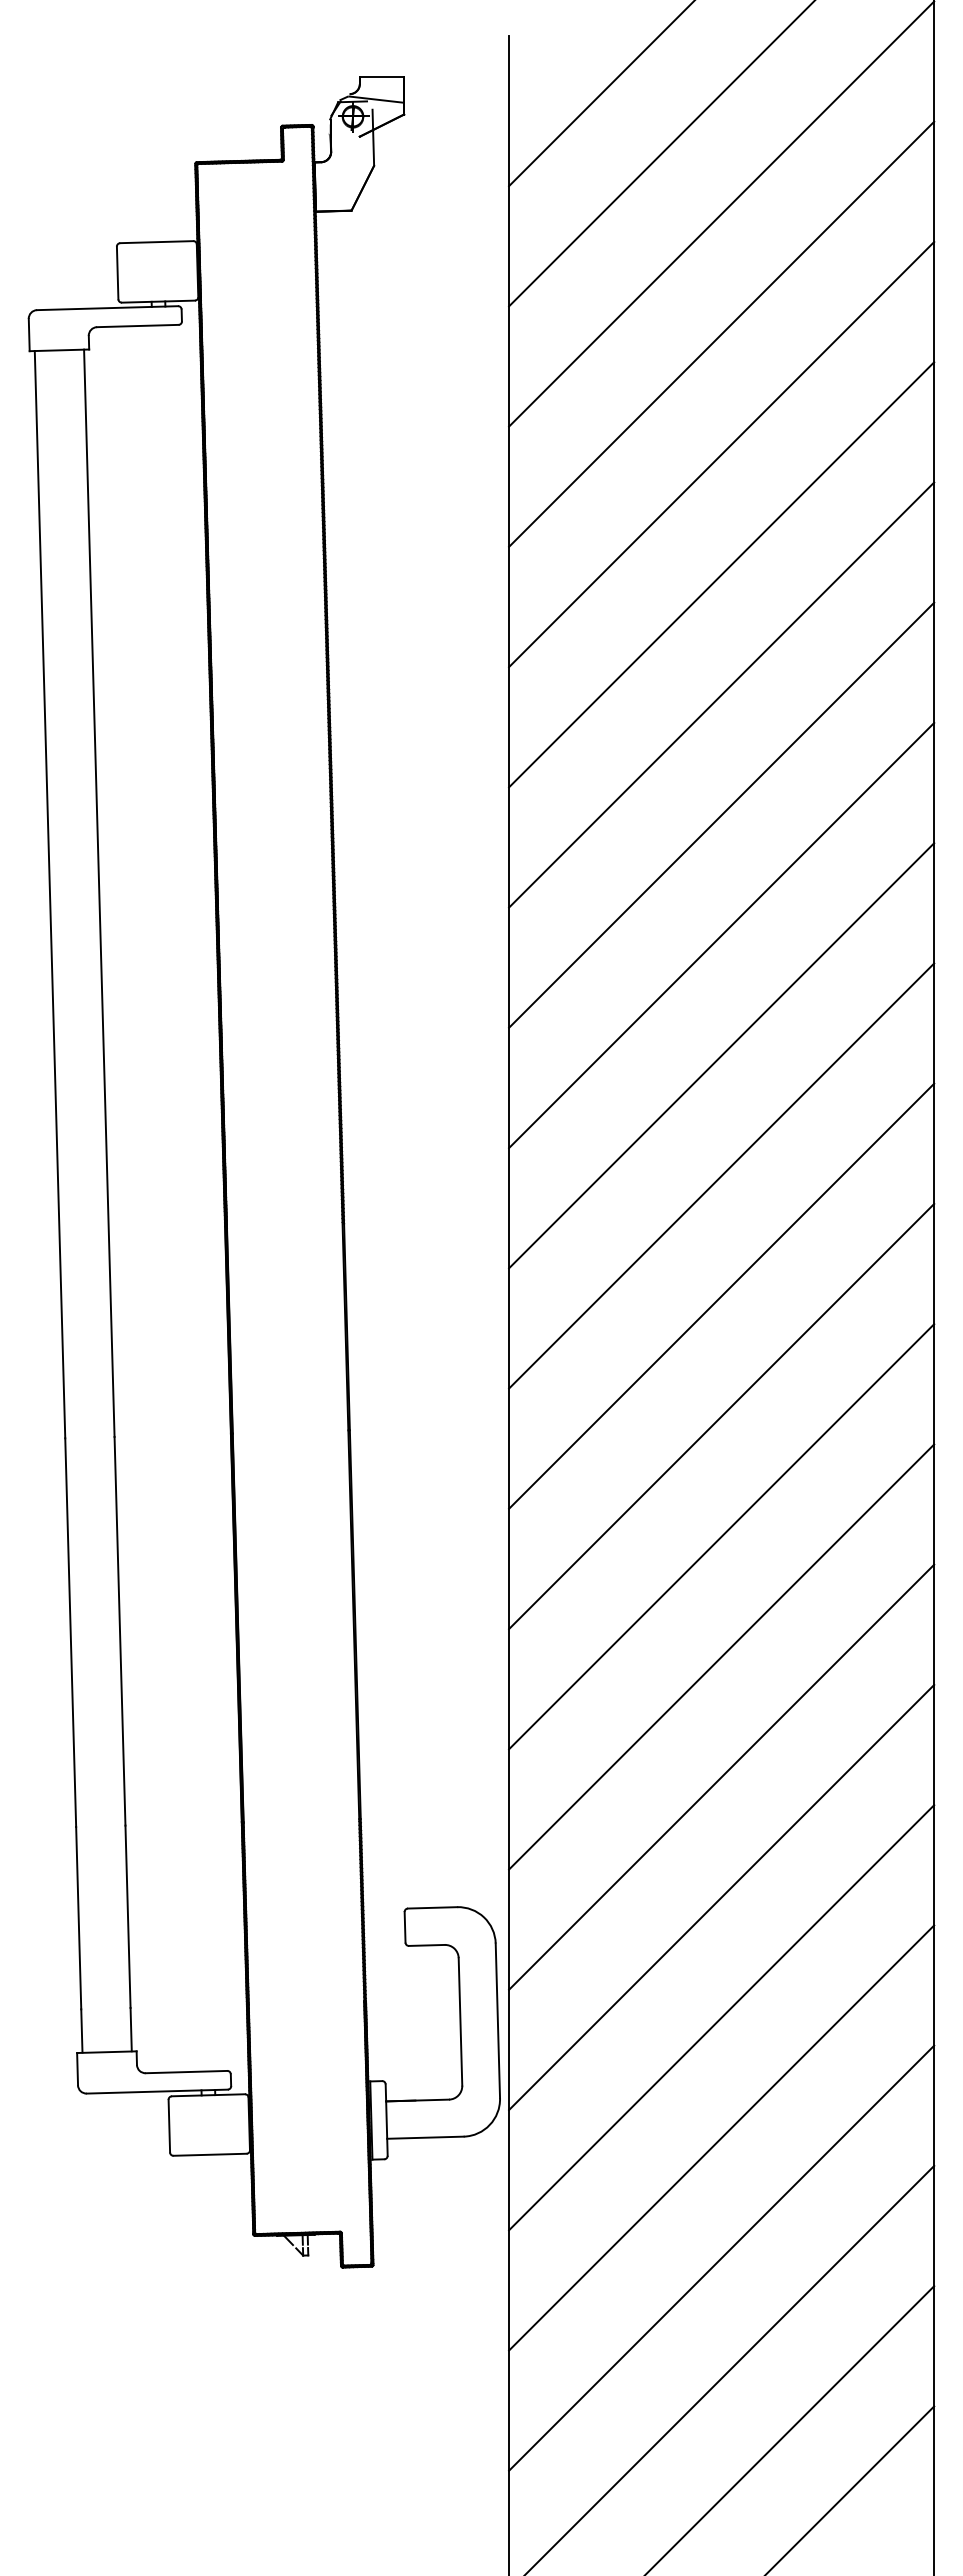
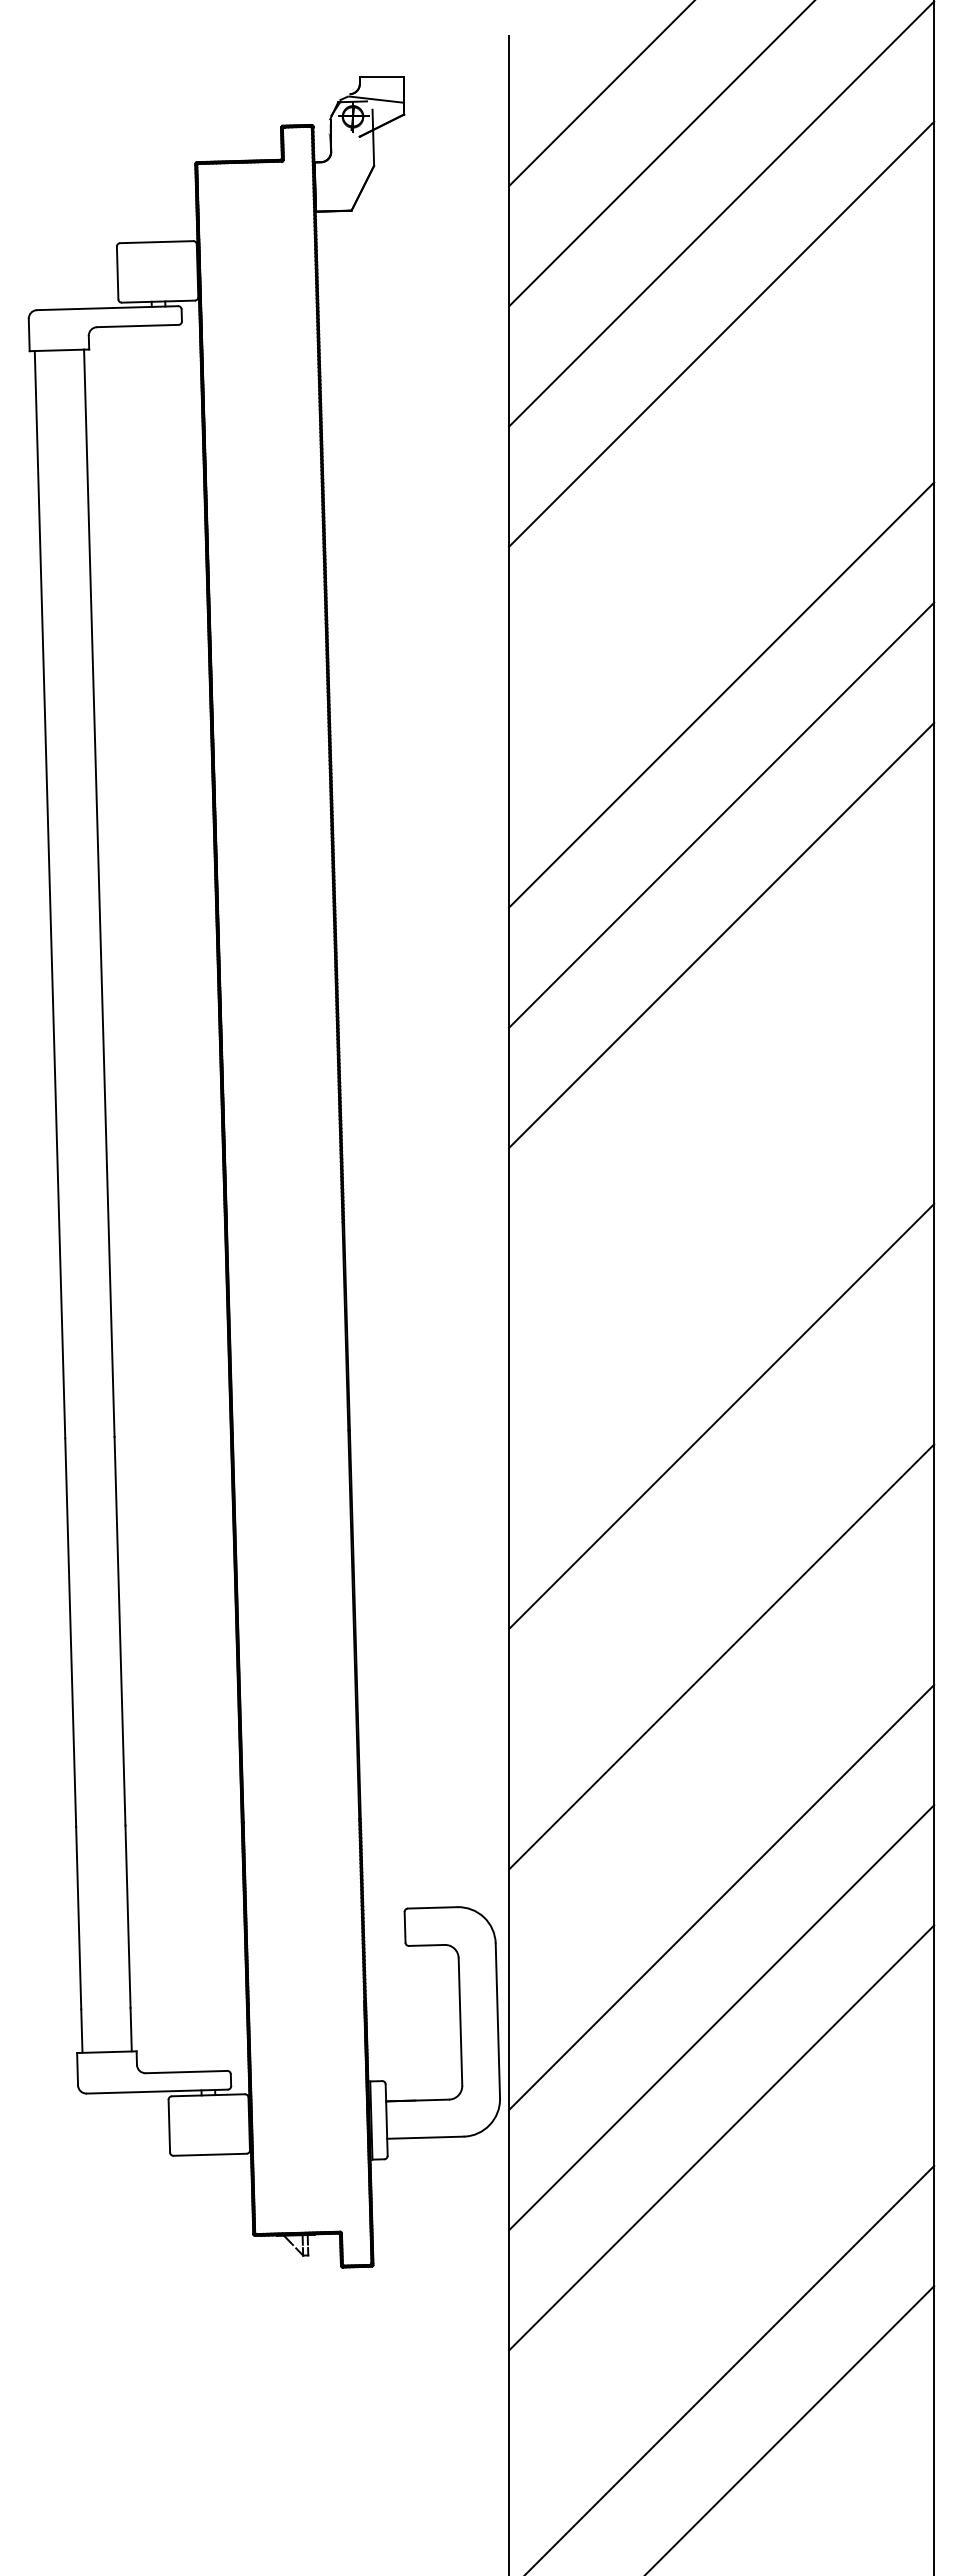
line at (721, 454): present -> none
line at (721, 574): present -> none
line at (721, 1055): present -> none
line at (721, 1175): present -> none
line at (721, 1295): present -> none
line at (721, 1536): present -> none
line at (721, 1776): present -> none
line at (721, 2257): present -> none
line at (850, 2489): present -> none
